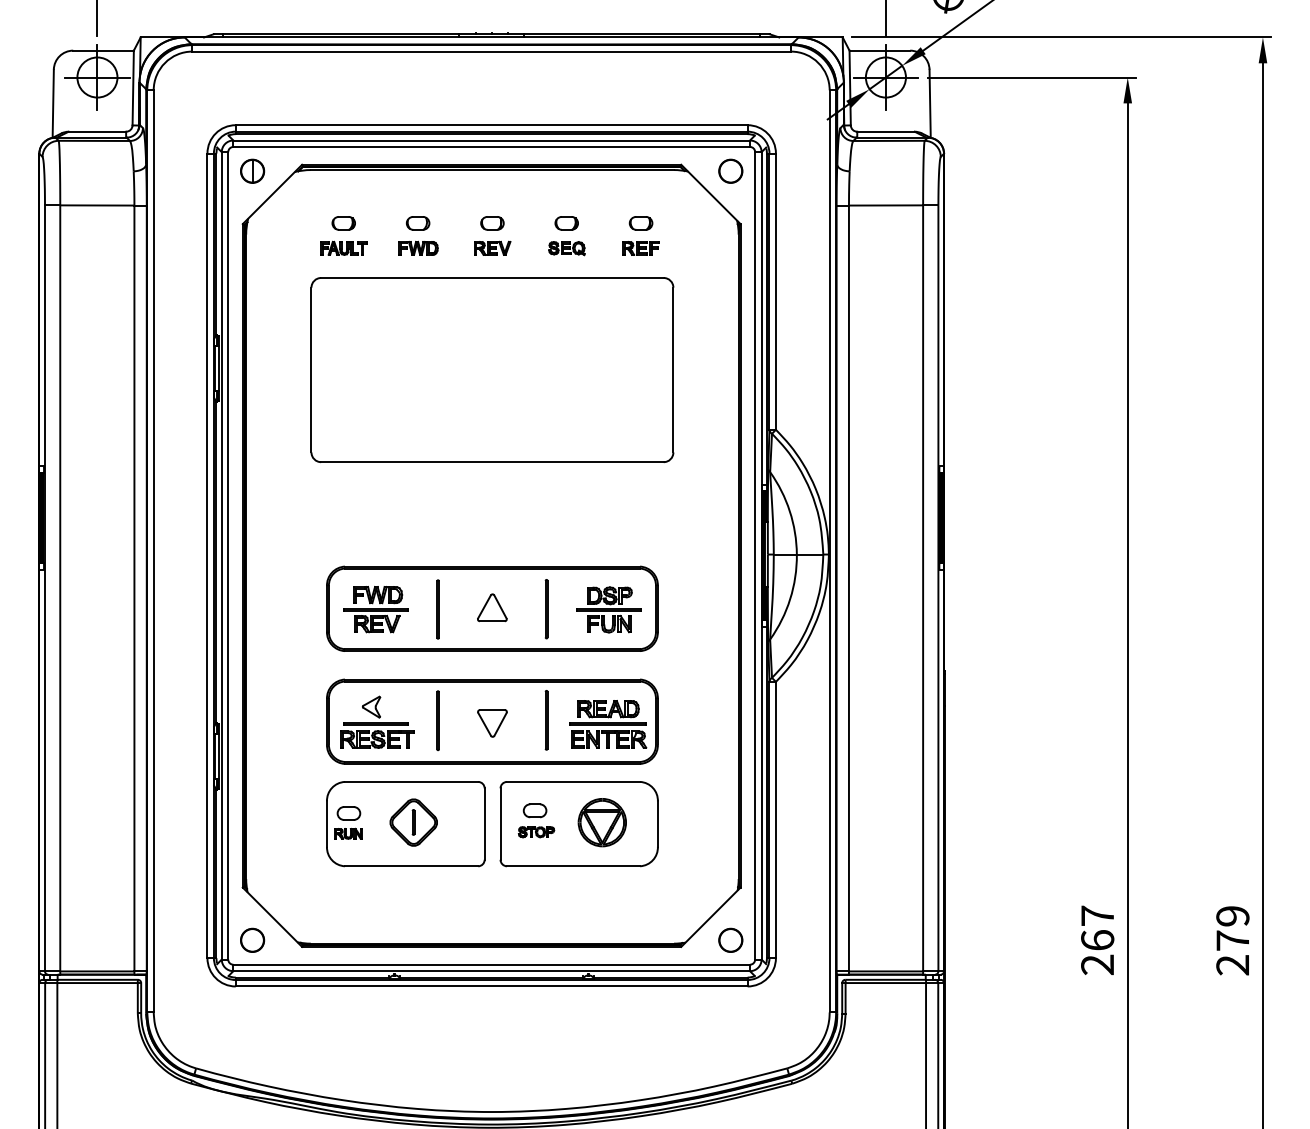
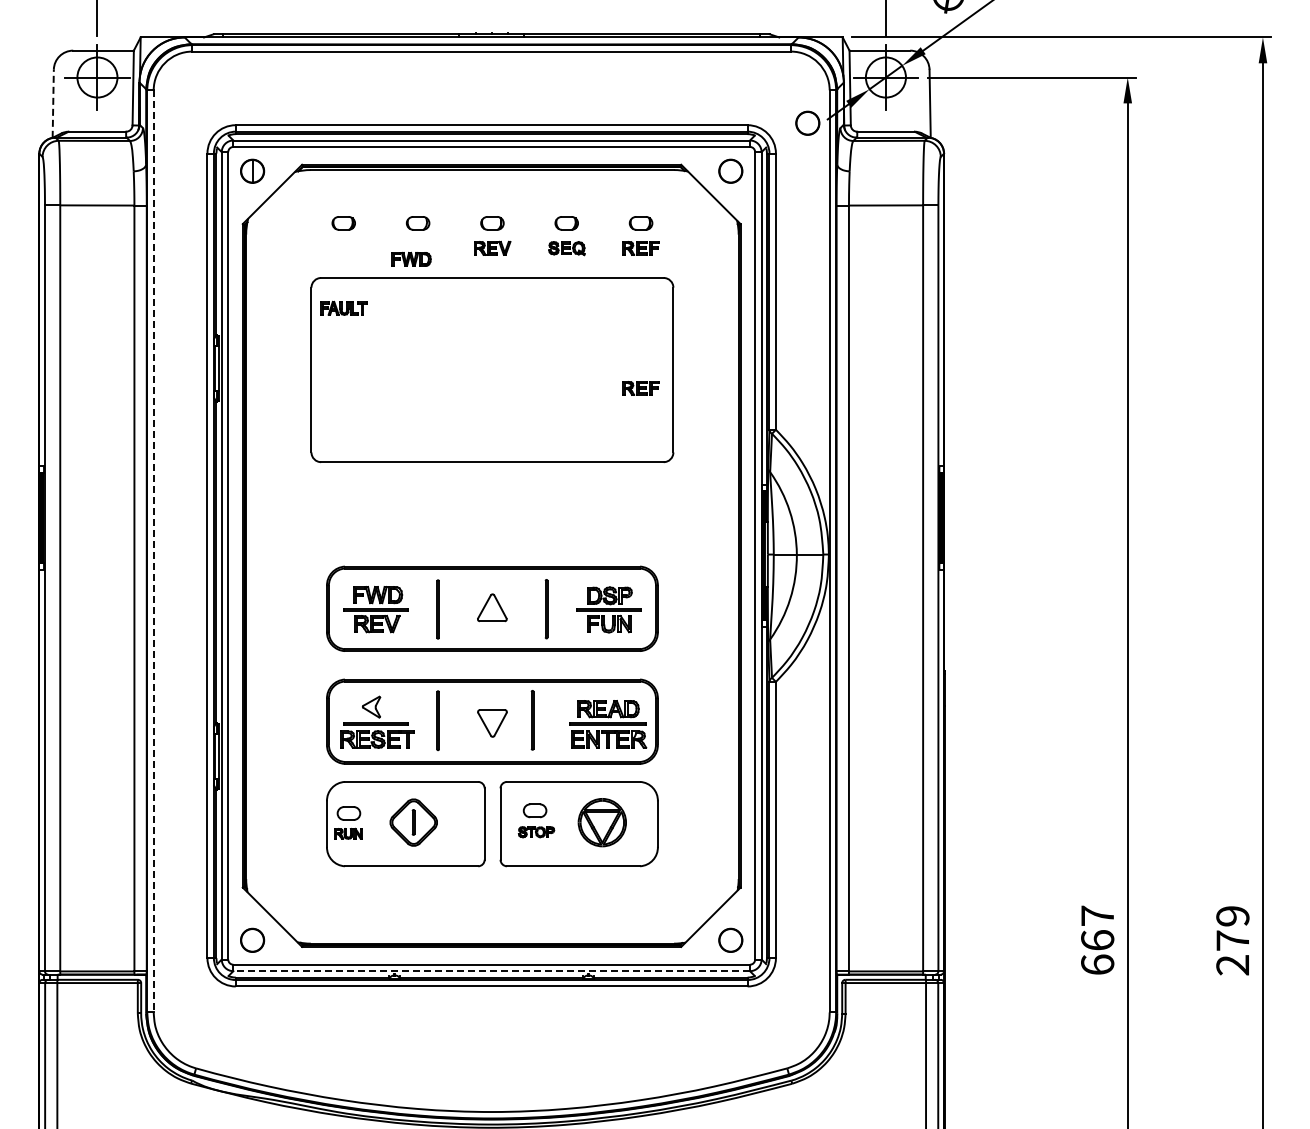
line at (53, 103): solid -> dashed
circle at (807, 122): none -> present
part at (343, 247) position: (343, 247) -> (343, 307)
part at (418, 247) position: (418, 247) -> (411, 258)
part at (640, 388): none -> present
line at (153, 551): solid -> dashed
line at (546, 720) position: (546, 720) -> (532, 720)
text at (1097, 964): 267 -> 667
line at (491, 971): solid -> dashed
